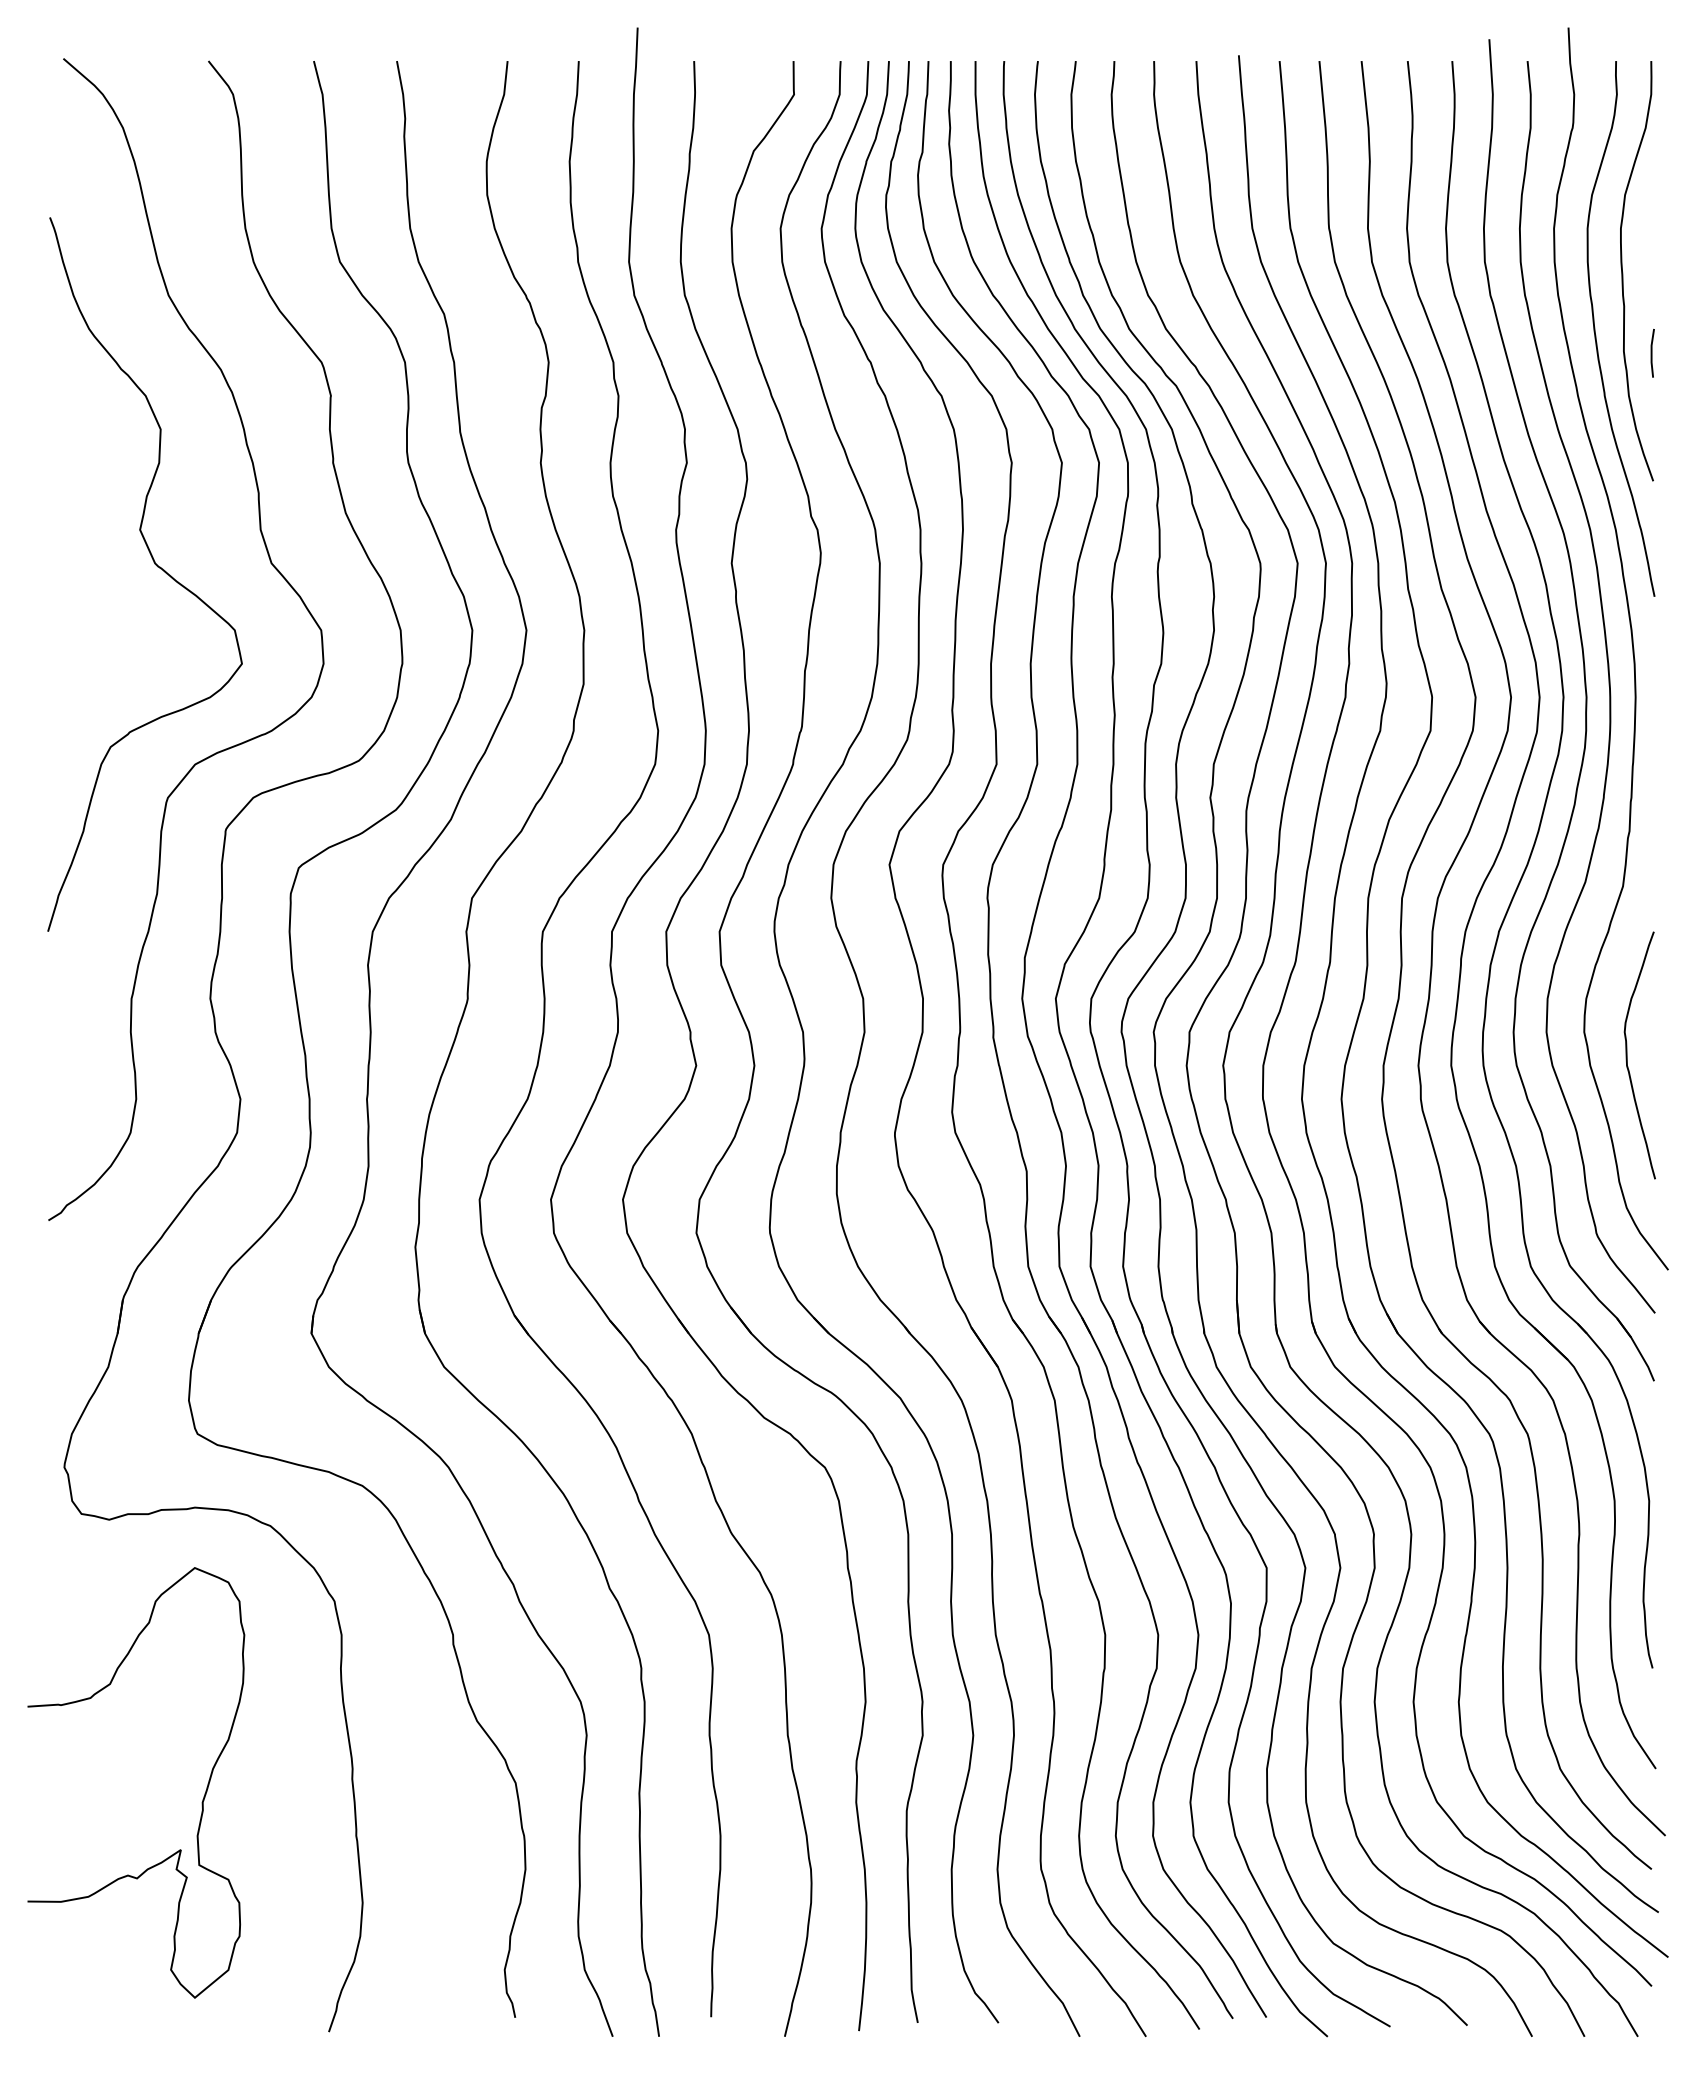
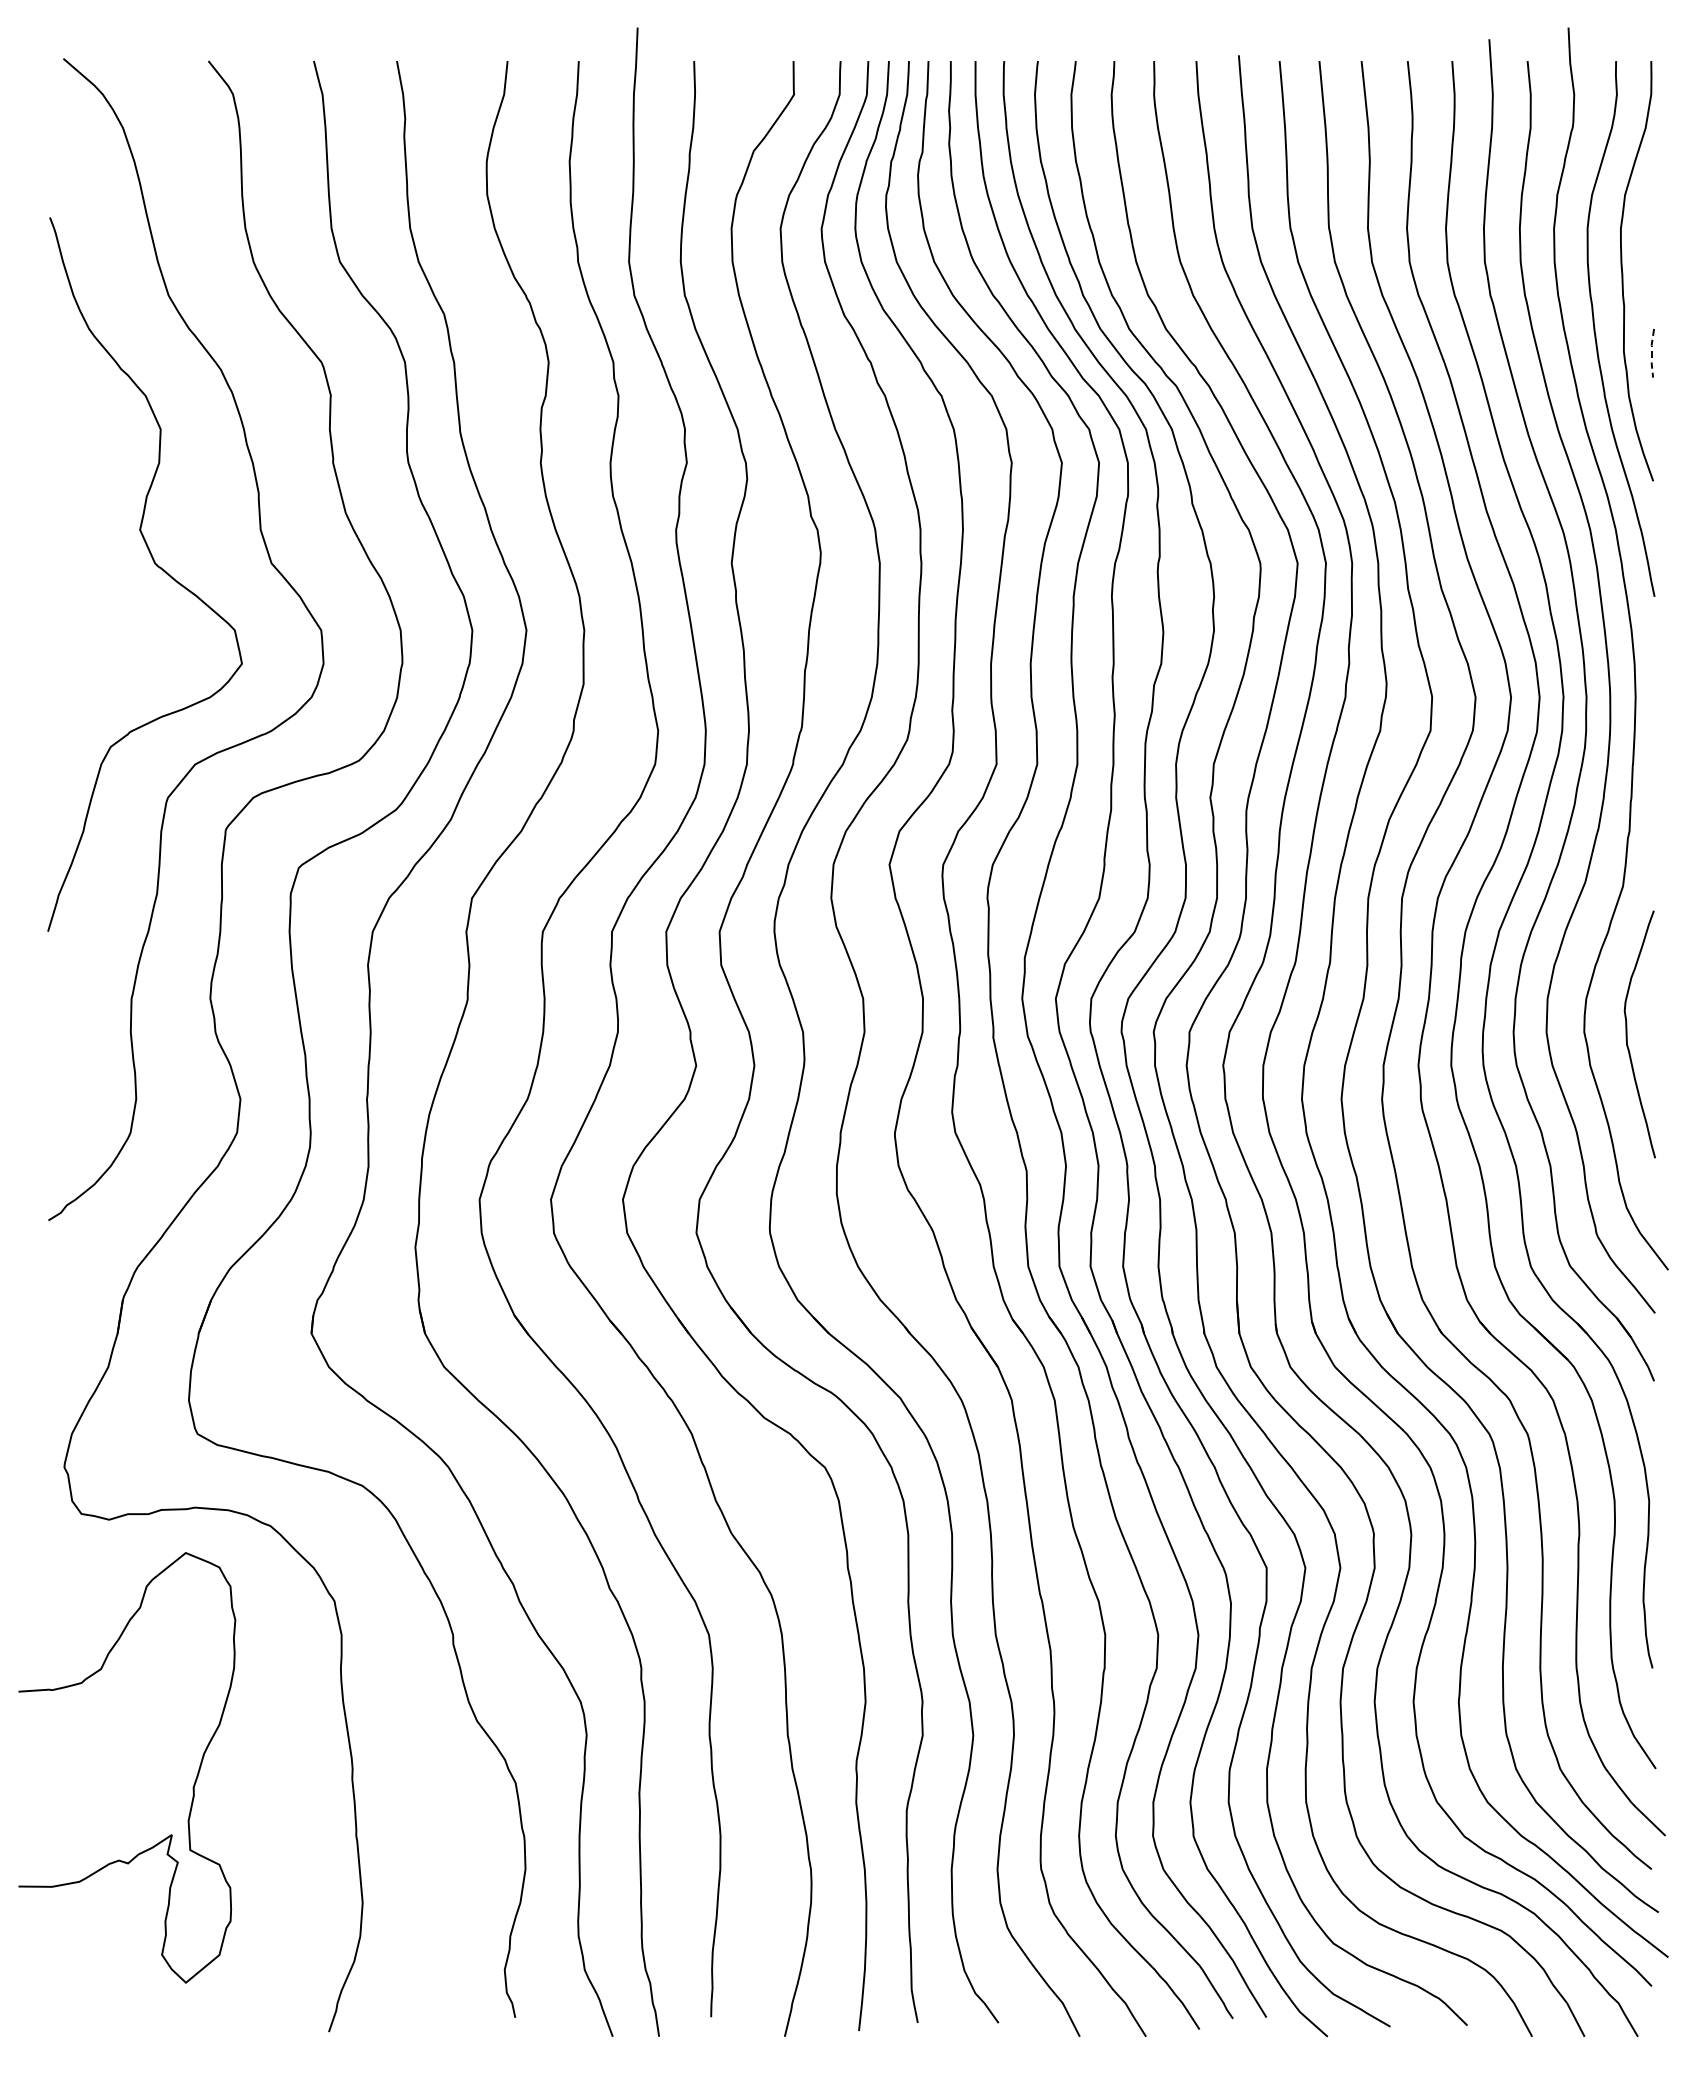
line at (1651, 353): solid -> dashed
curve at (1627, 1055) position: (1627, 1055) -> (1627, 1034)
curve at (201, 1802) position: (201, 1802) -> (192, 1787)
